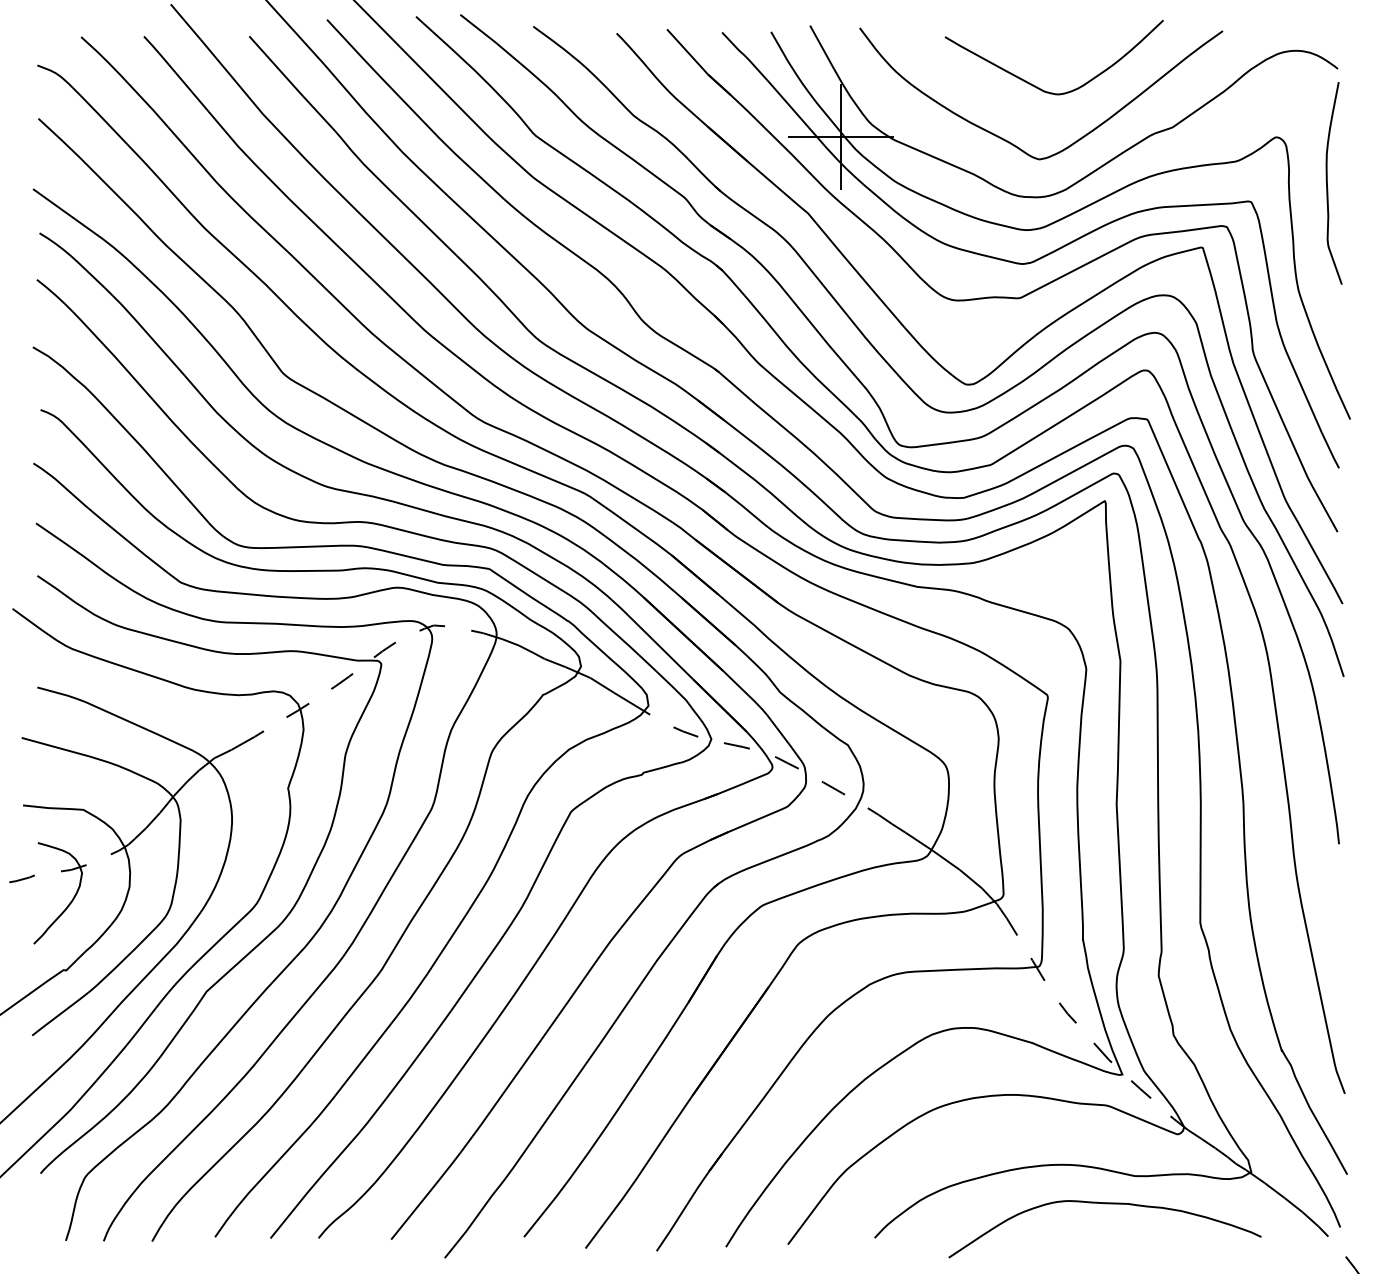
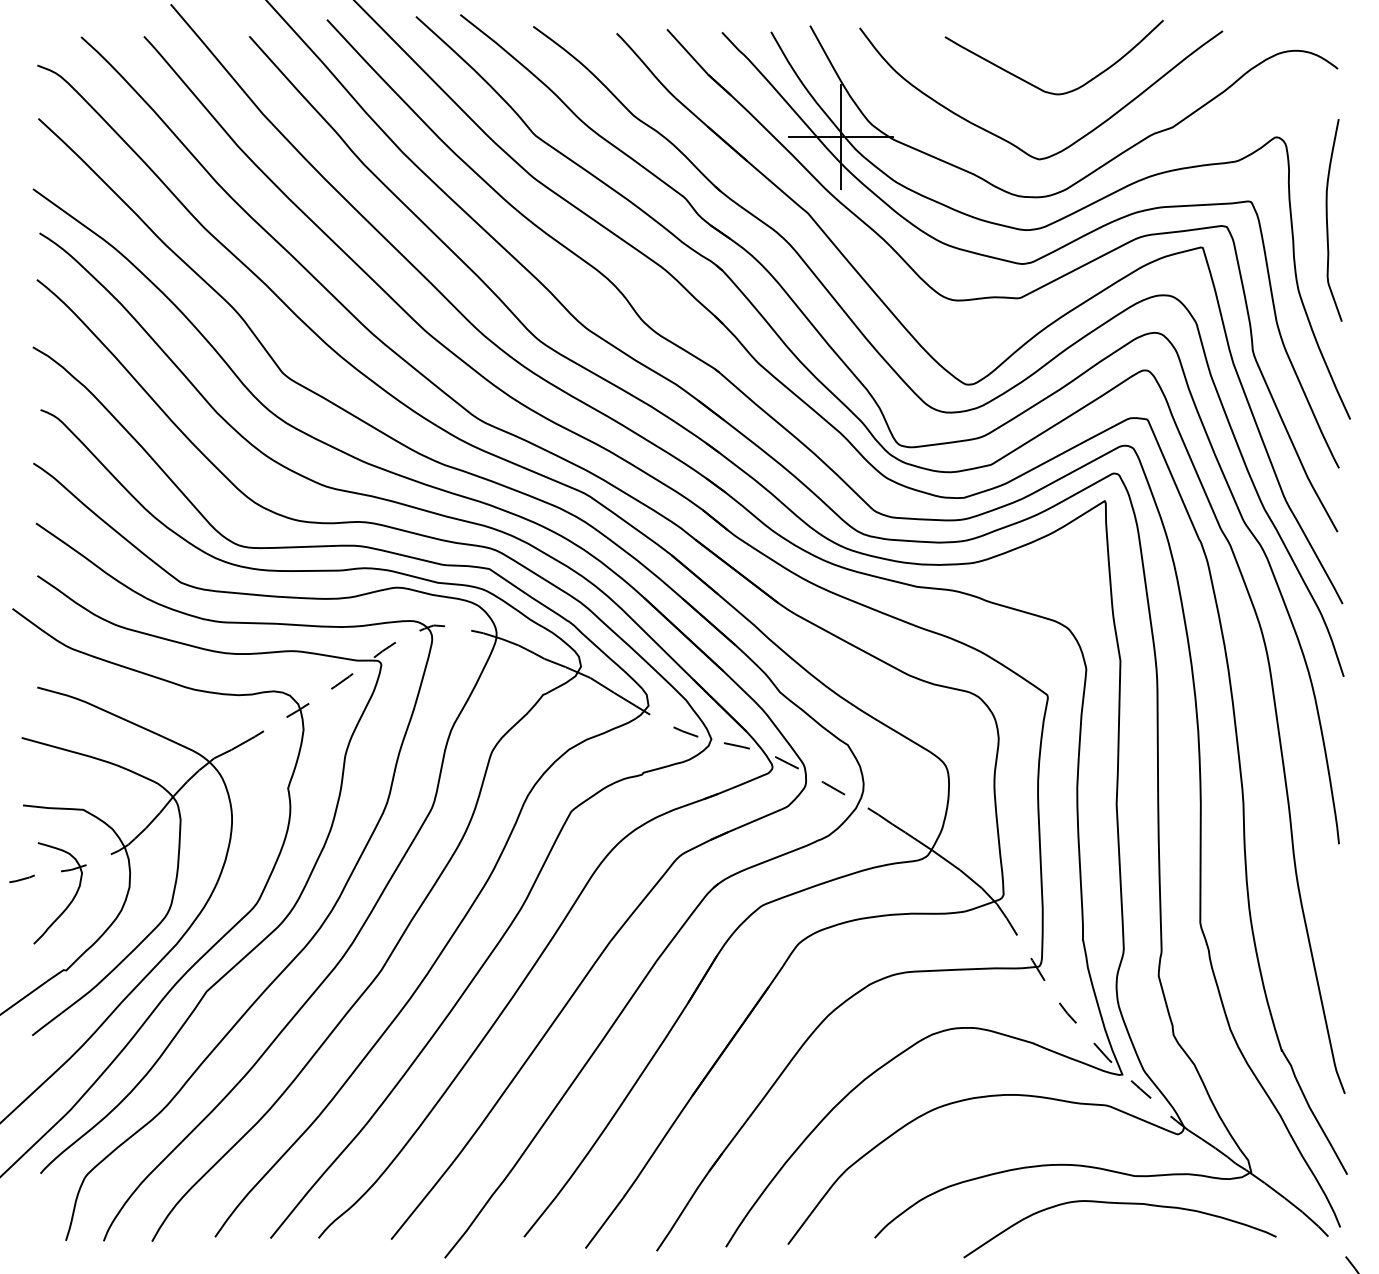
curve at (1327, 183) position: (1327, 183) -> (1327, 220)
curve at (1104, 1204) position: (1104, 1204) -> (1119, 1204)
